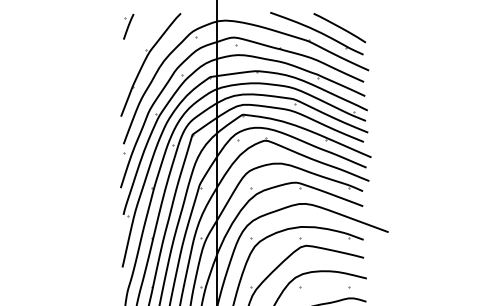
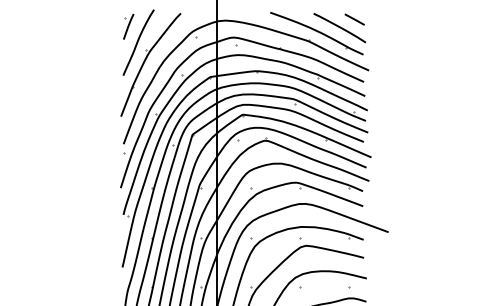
line at (354, 19): none -> present
curve at (138, 42): none -> present
